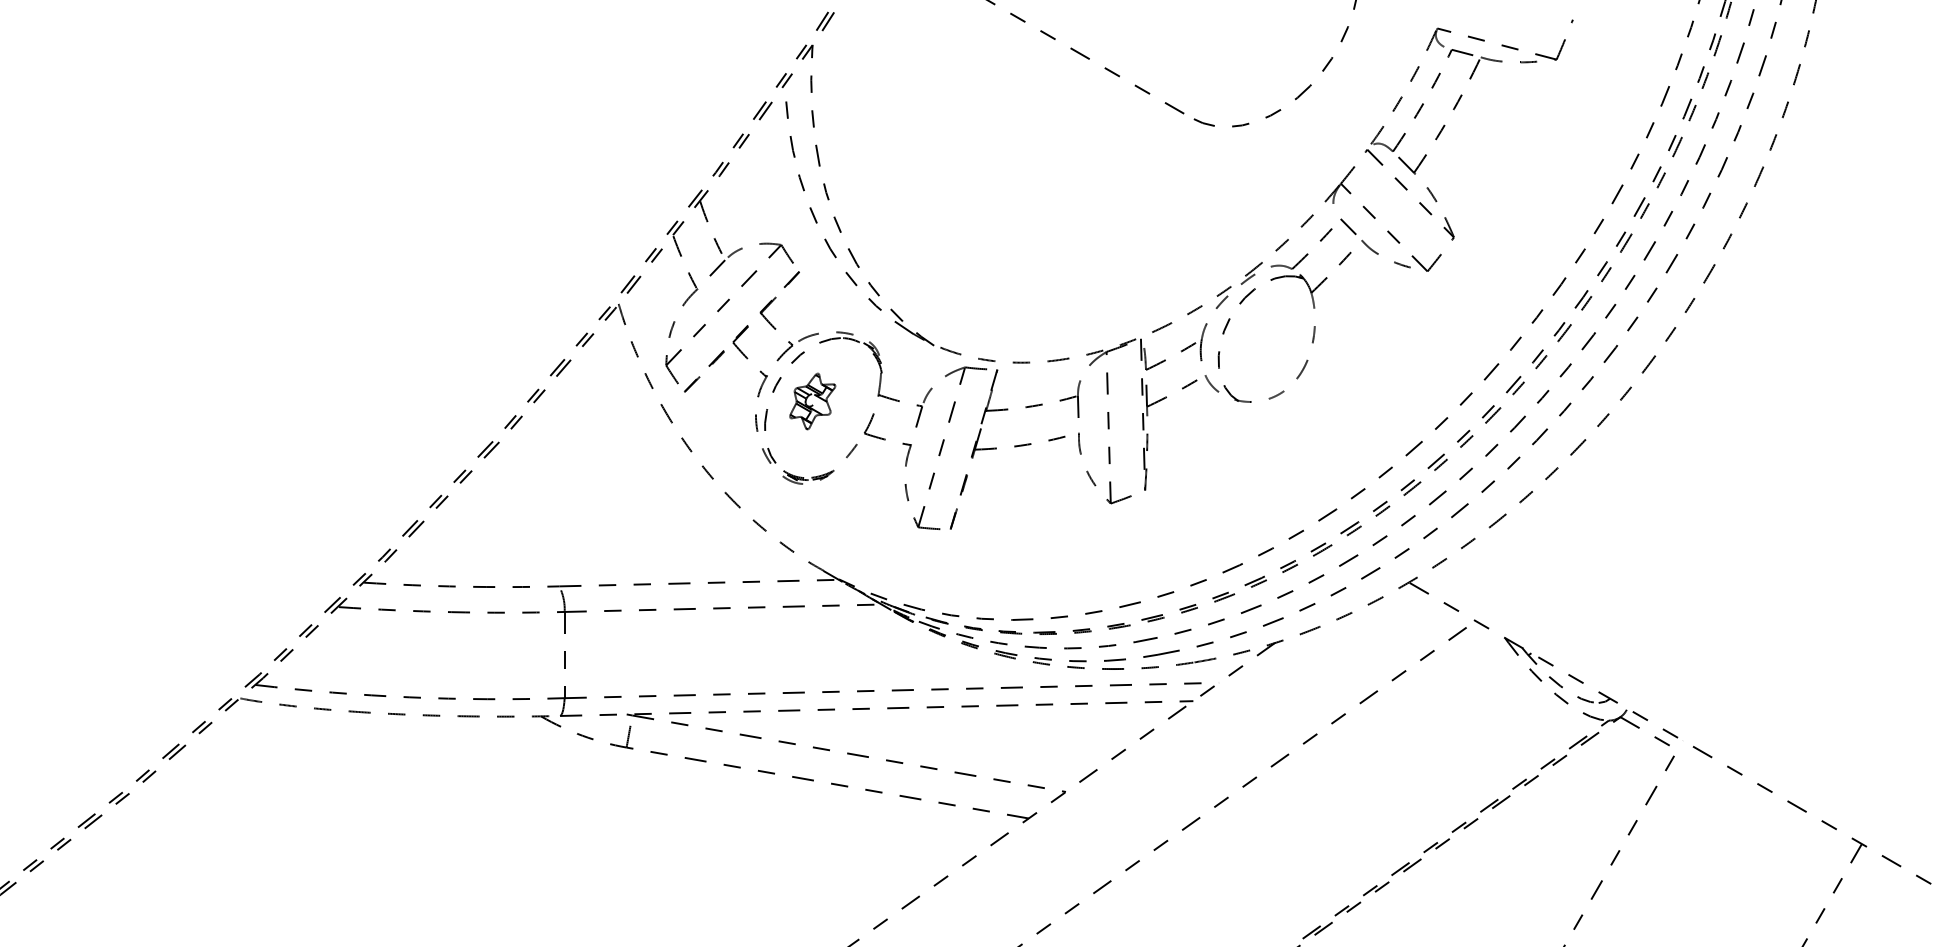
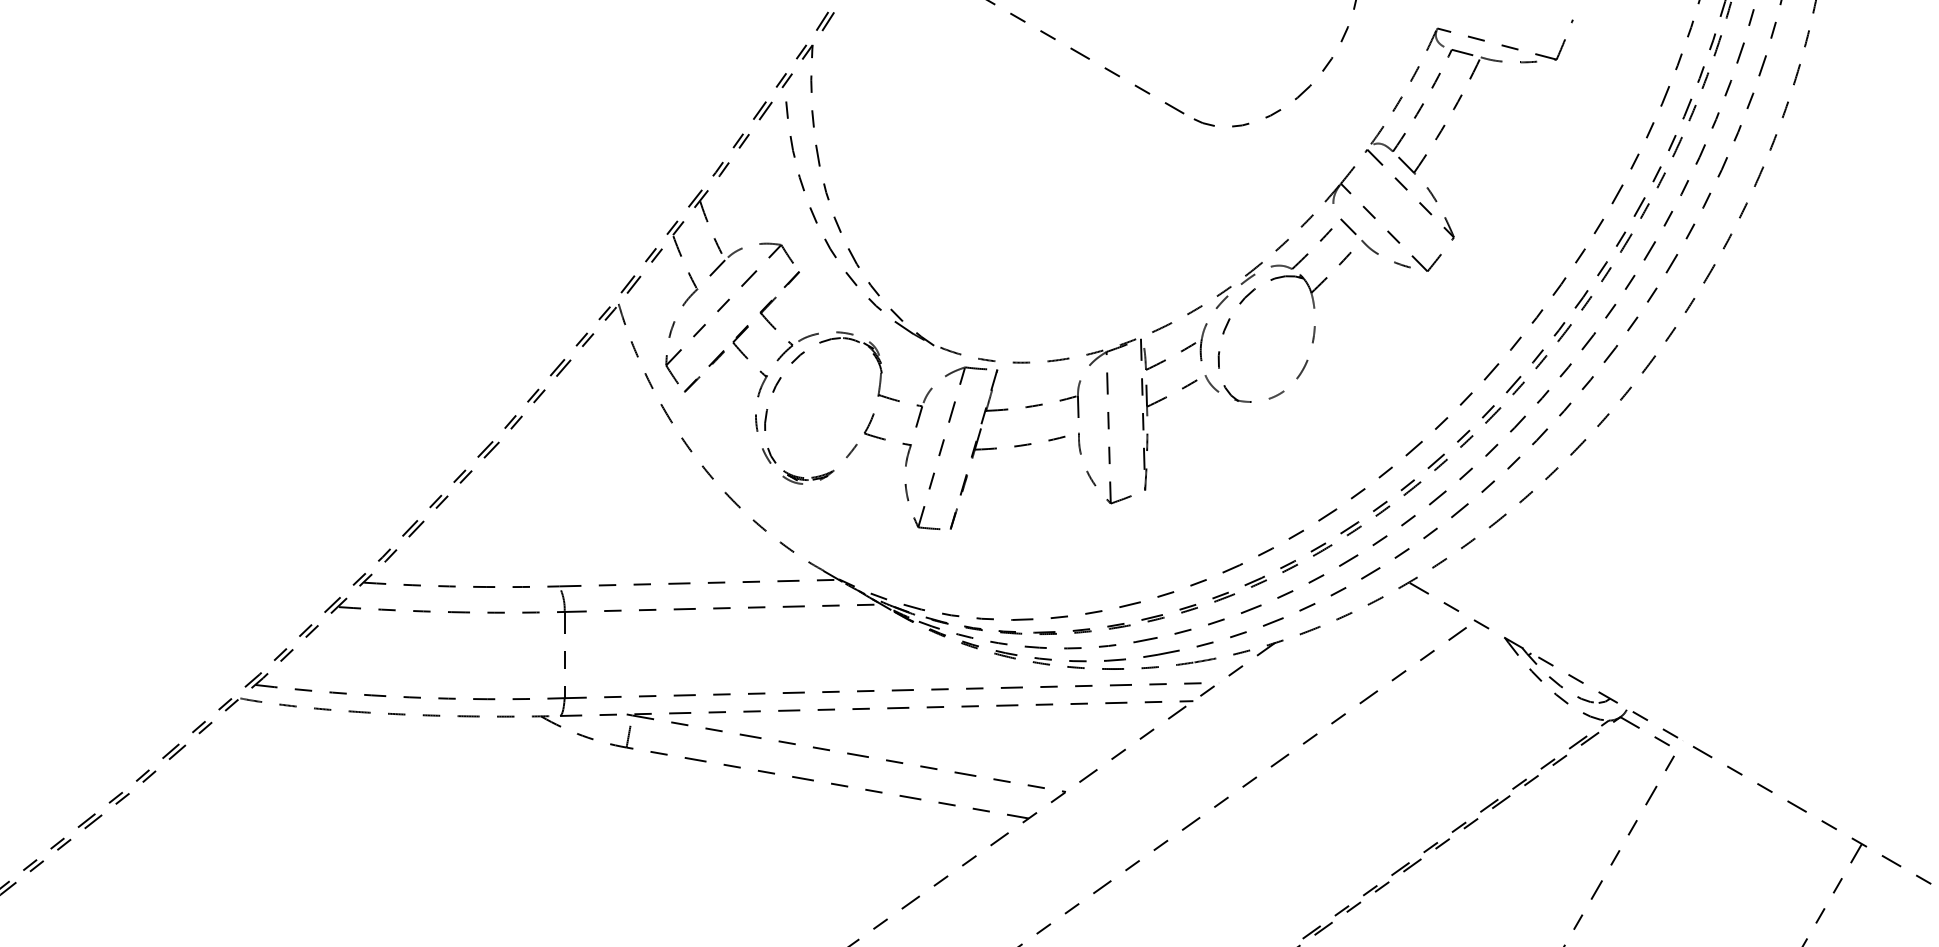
part at (812, 401): present -> none
